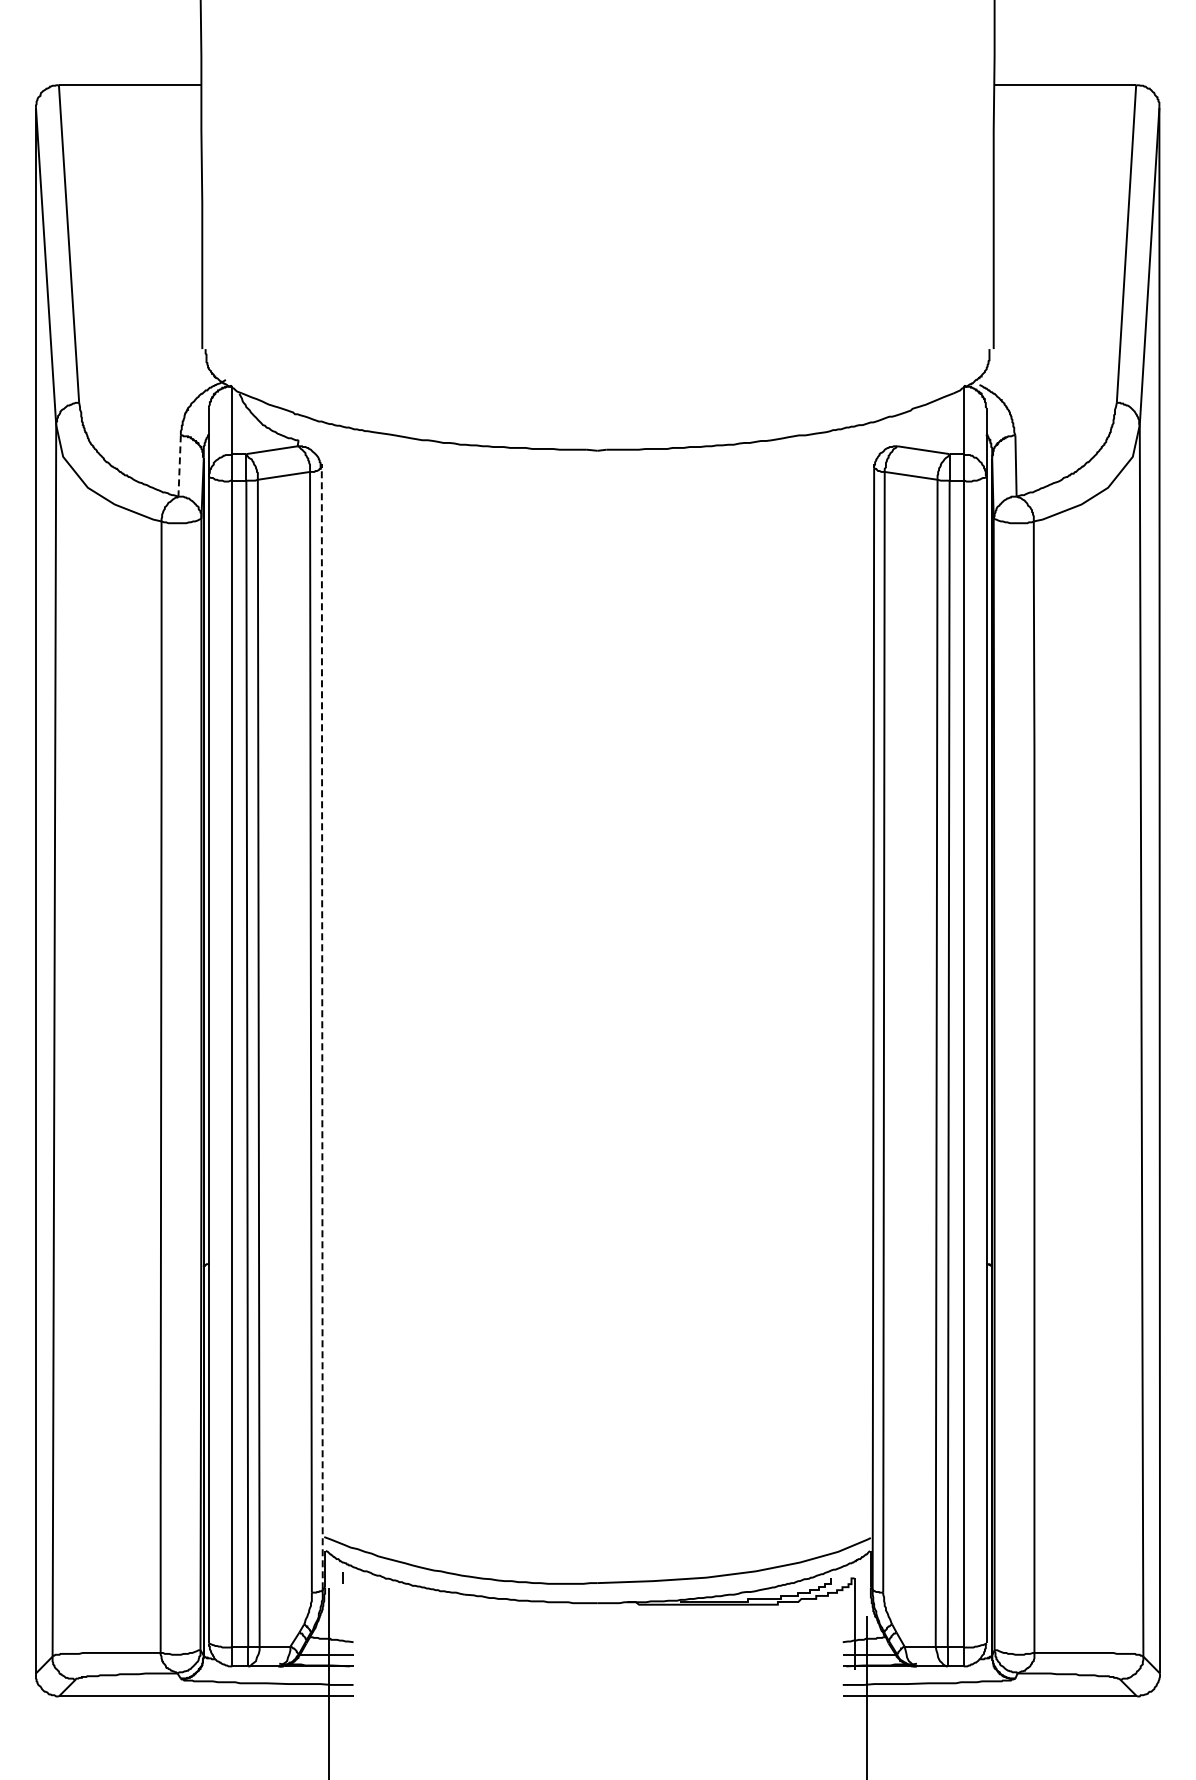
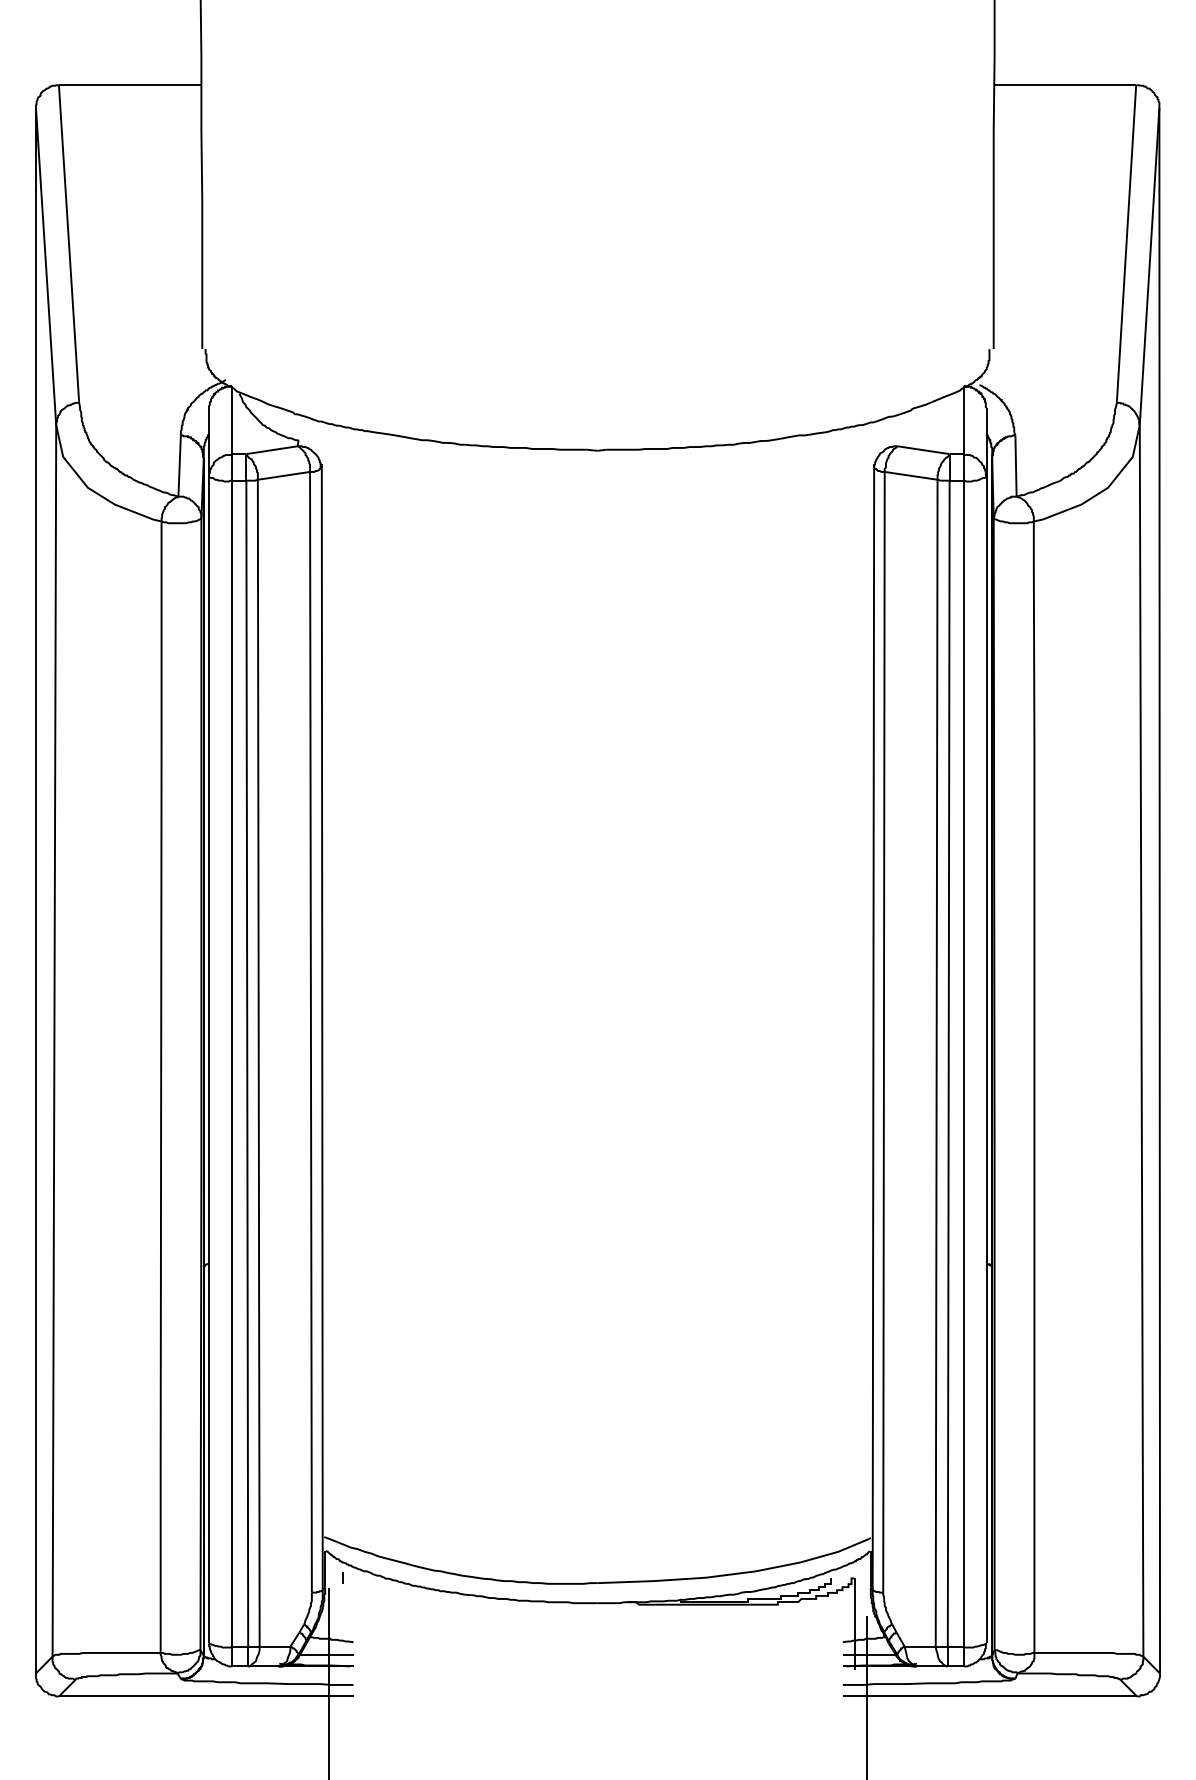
line at (179, 466): dashed -> solid
line at (322, 1028): dashed -> solid
